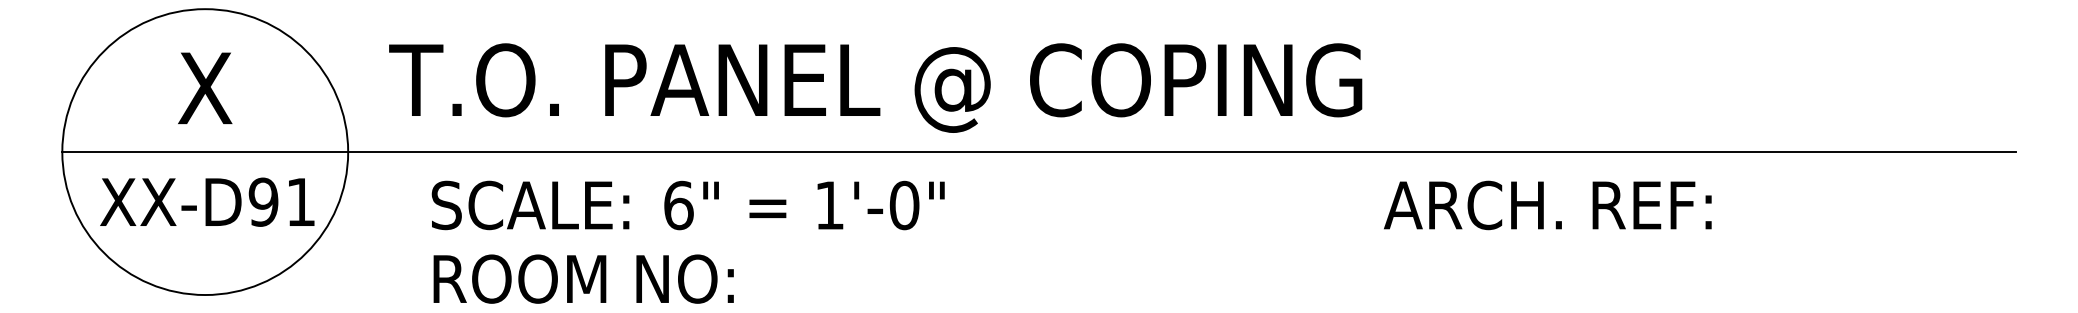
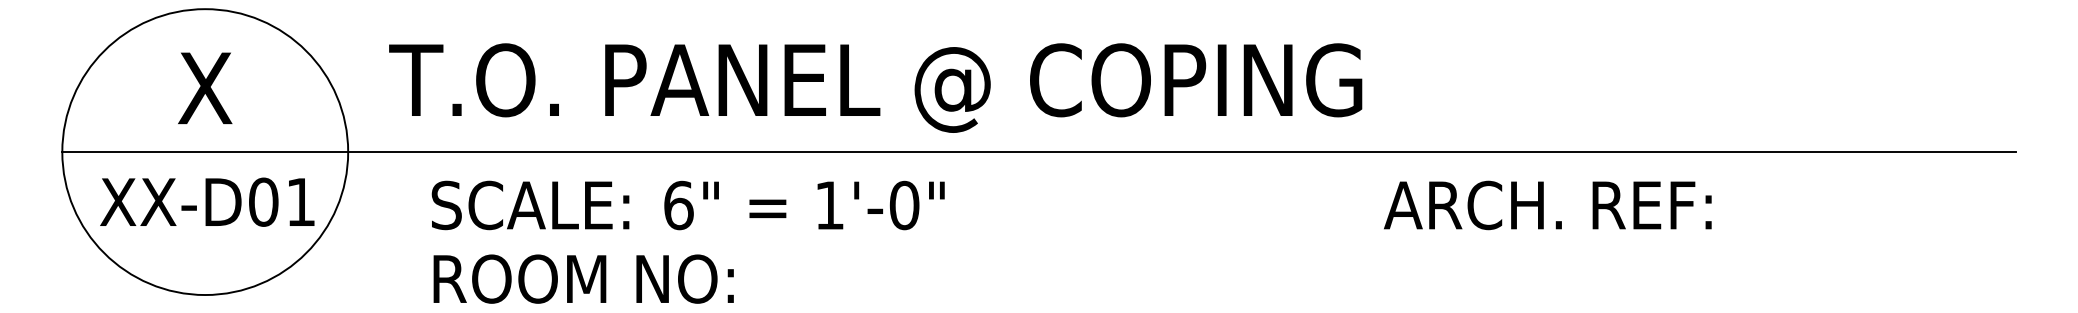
text at (263, 201): XX-D91 -> XX-D01
